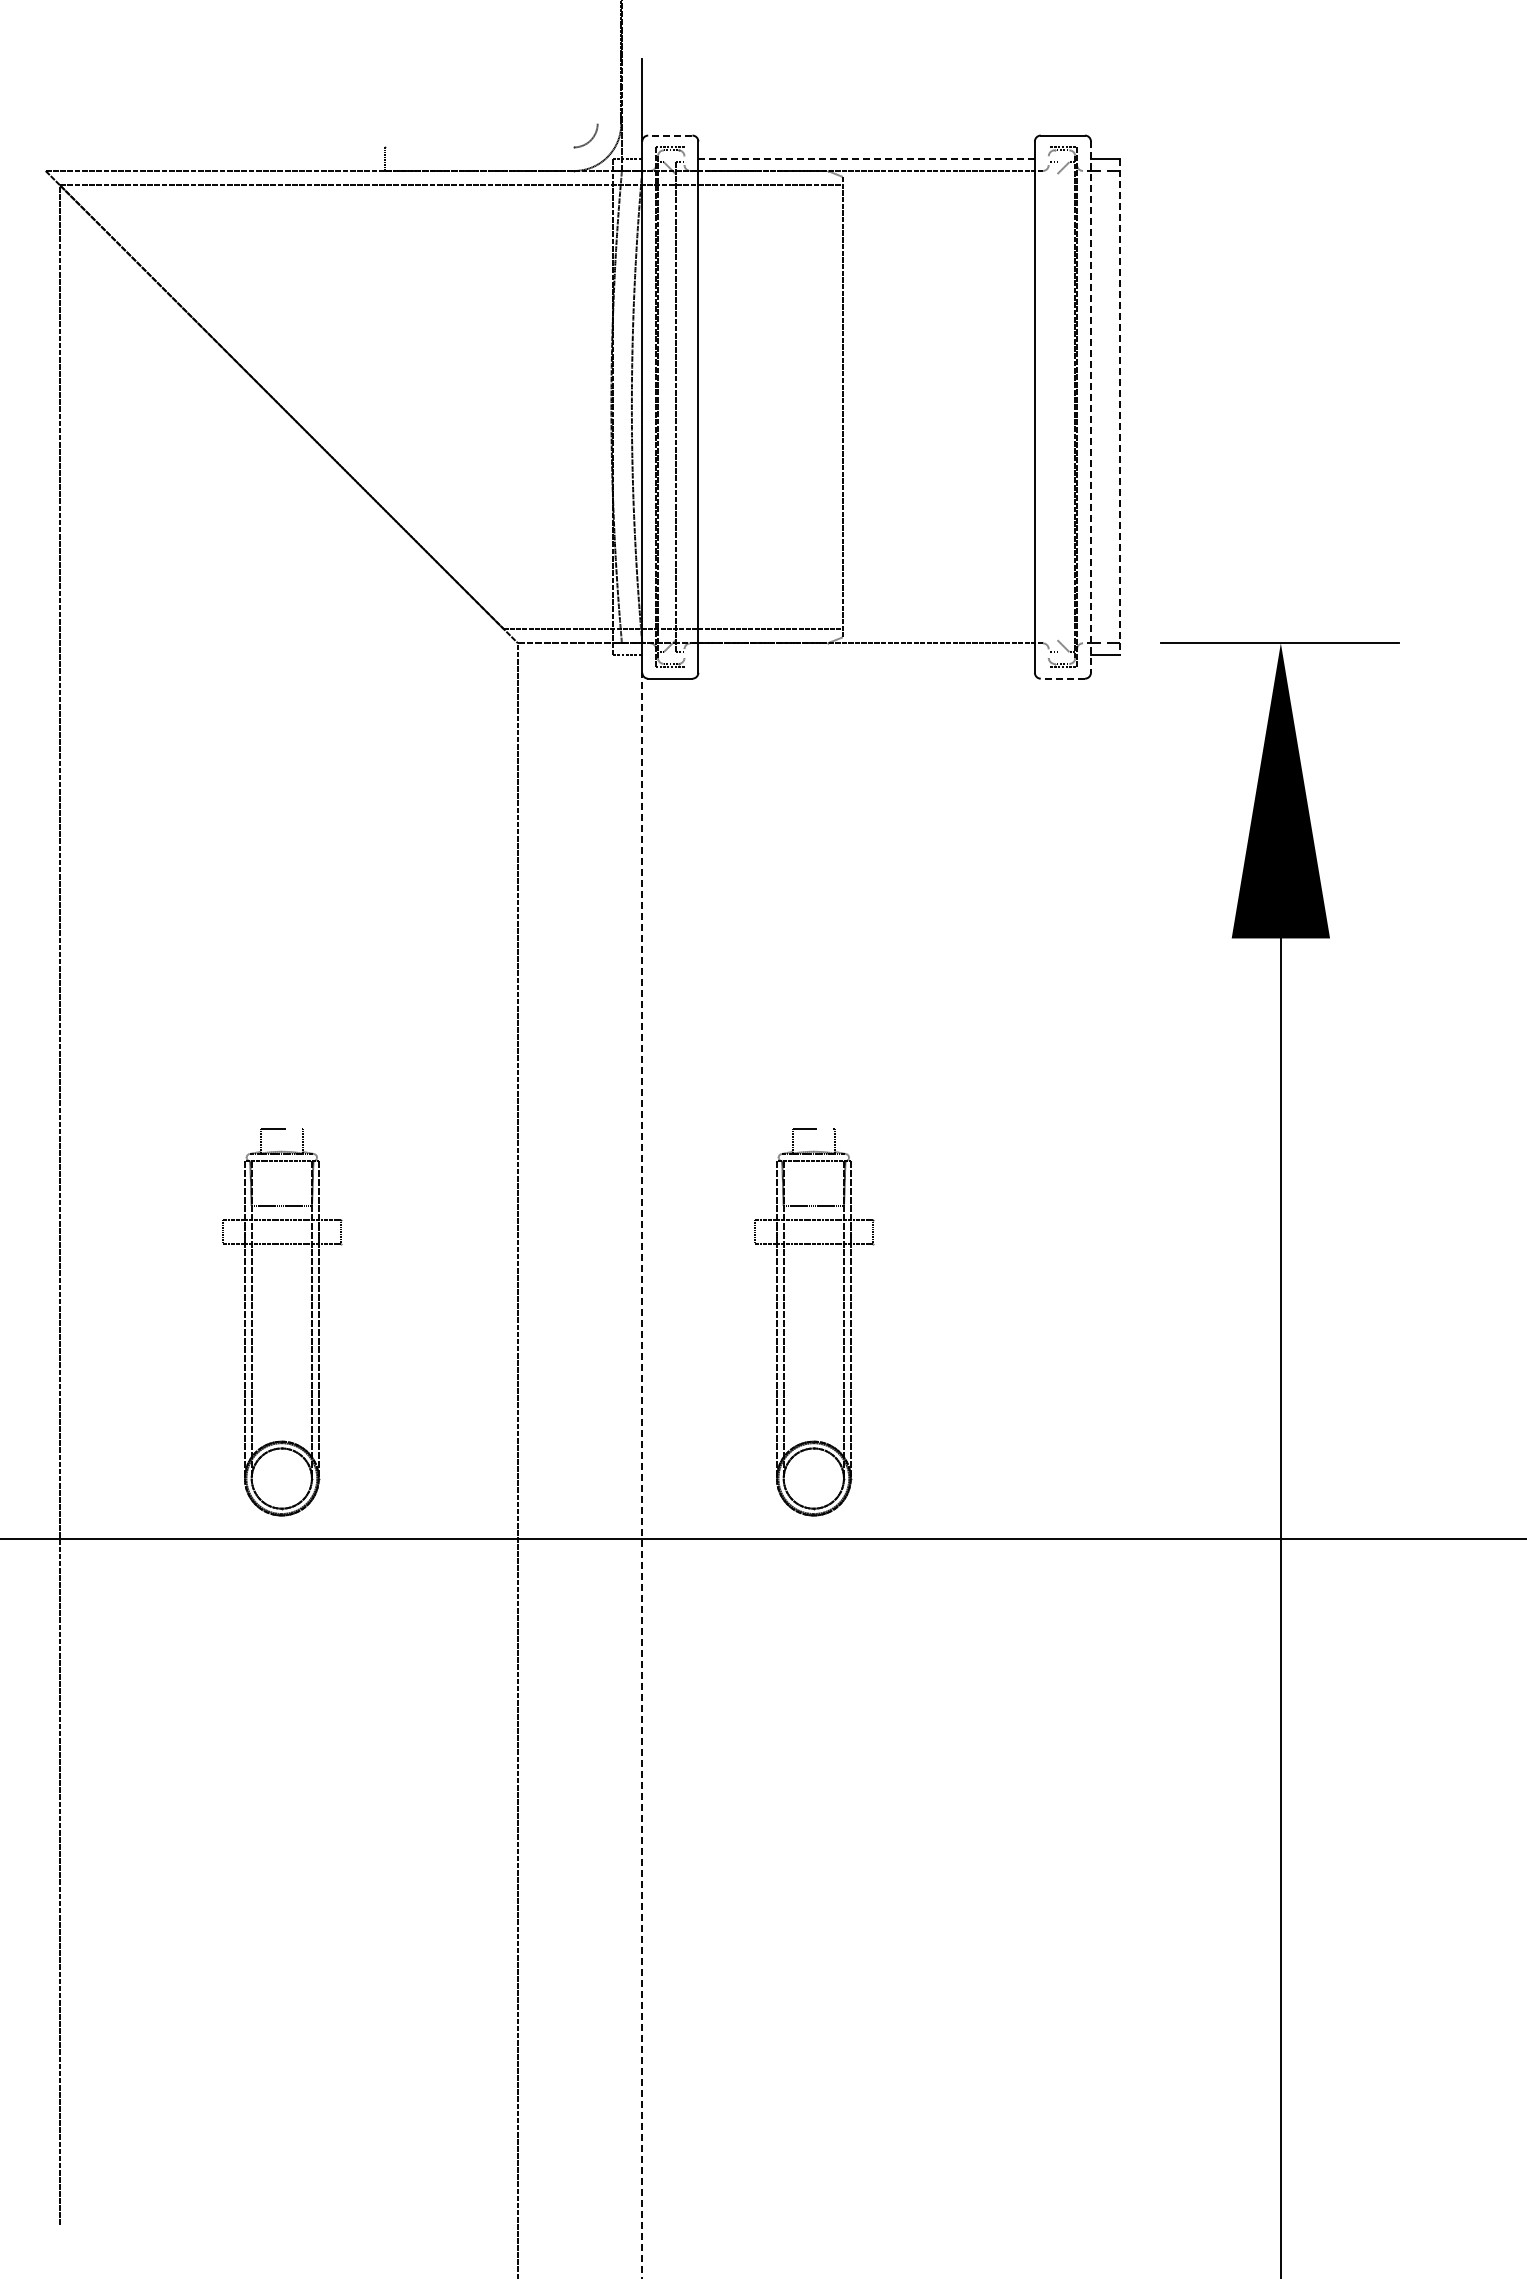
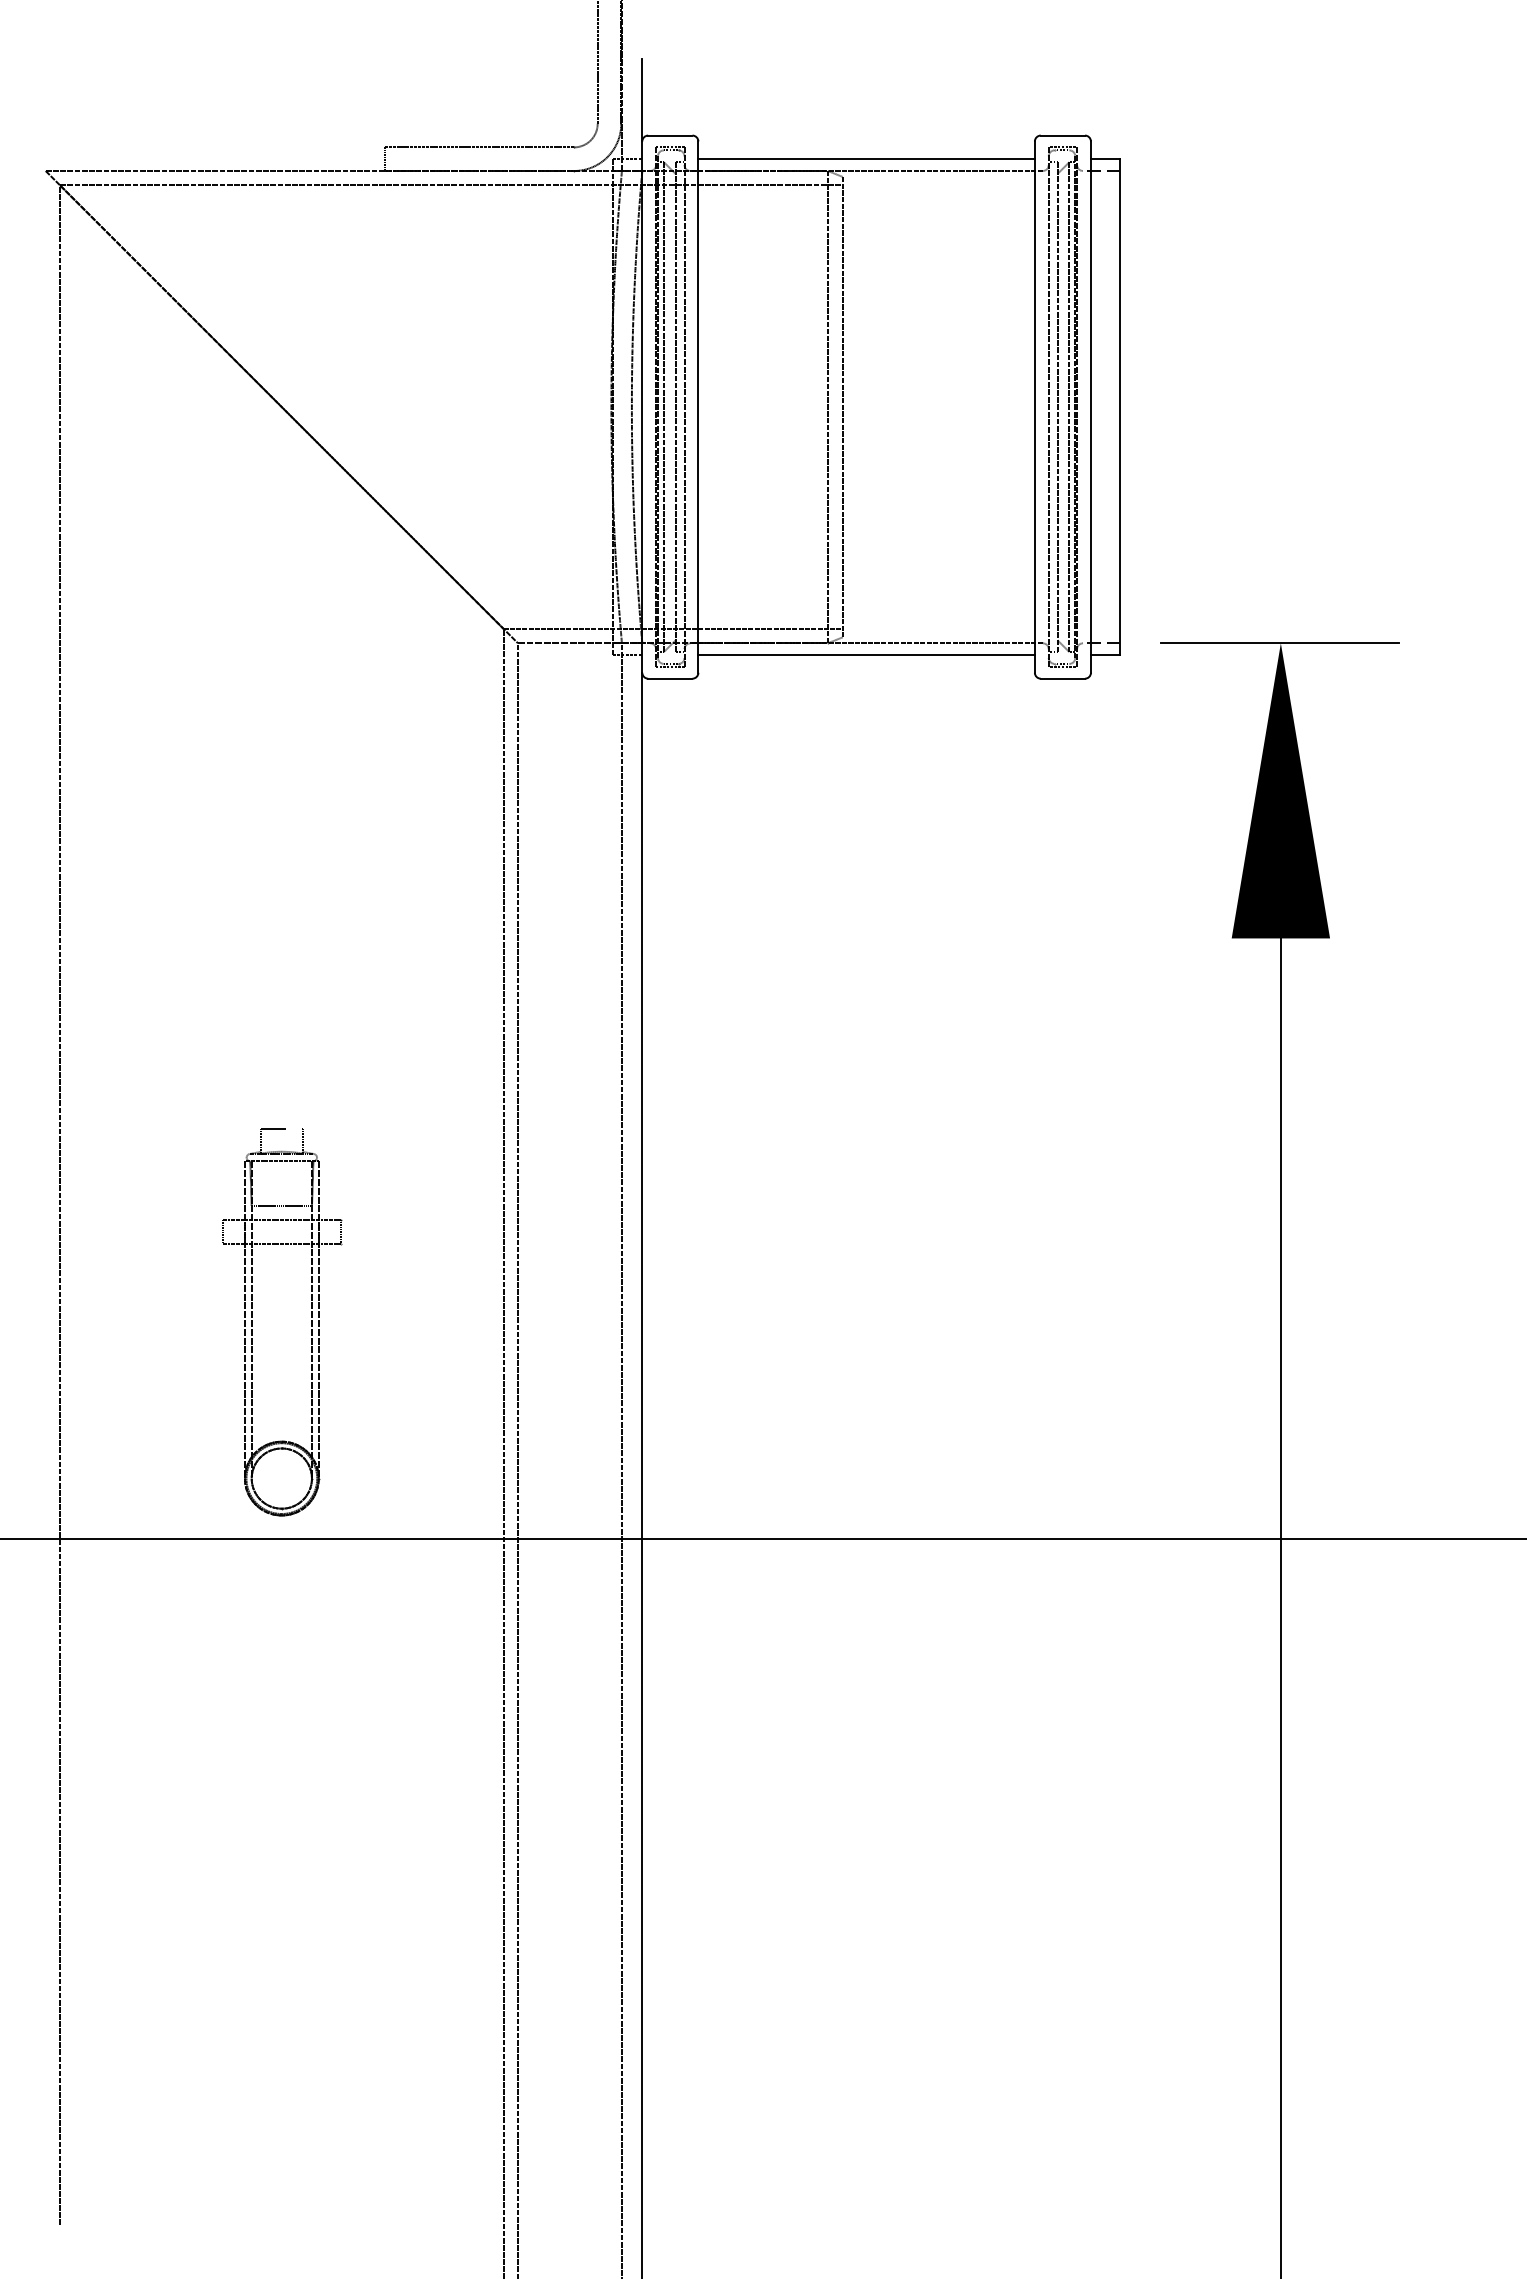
line at (597, 62): none -> present
line at (669, 135): dashed -> solid
line at (479, 147): none -> present
line at (866, 159): dashed -> solid
line at (684, 406): none -> present
line at (1048, 406): none -> present
line at (663, 407): none -> present
line at (827, 407): none -> present
line at (1057, 407): none -> present
line at (1069, 407): none -> present
line at (1090, 407): dashed -> solid
line at (1120, 407): dashed -> solid
line at (866, 655): none -> present
line at (1062, 678): dashed -> solid
part at (843, 1322): present -> none
line at (503, 1451): none -> present
line at (621, 1459): none -> present
line at (642, 1475): dashed -> solid
